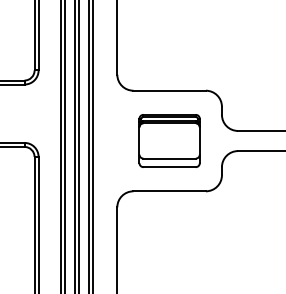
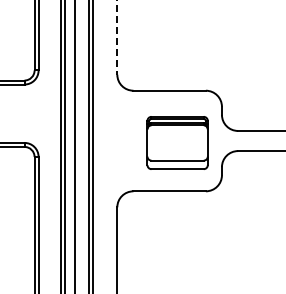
line at (117, 37): solid -> dashed
part at (169, 140) position: (169, 140) -> (177, 142)
line at (78, 146): present -> none
